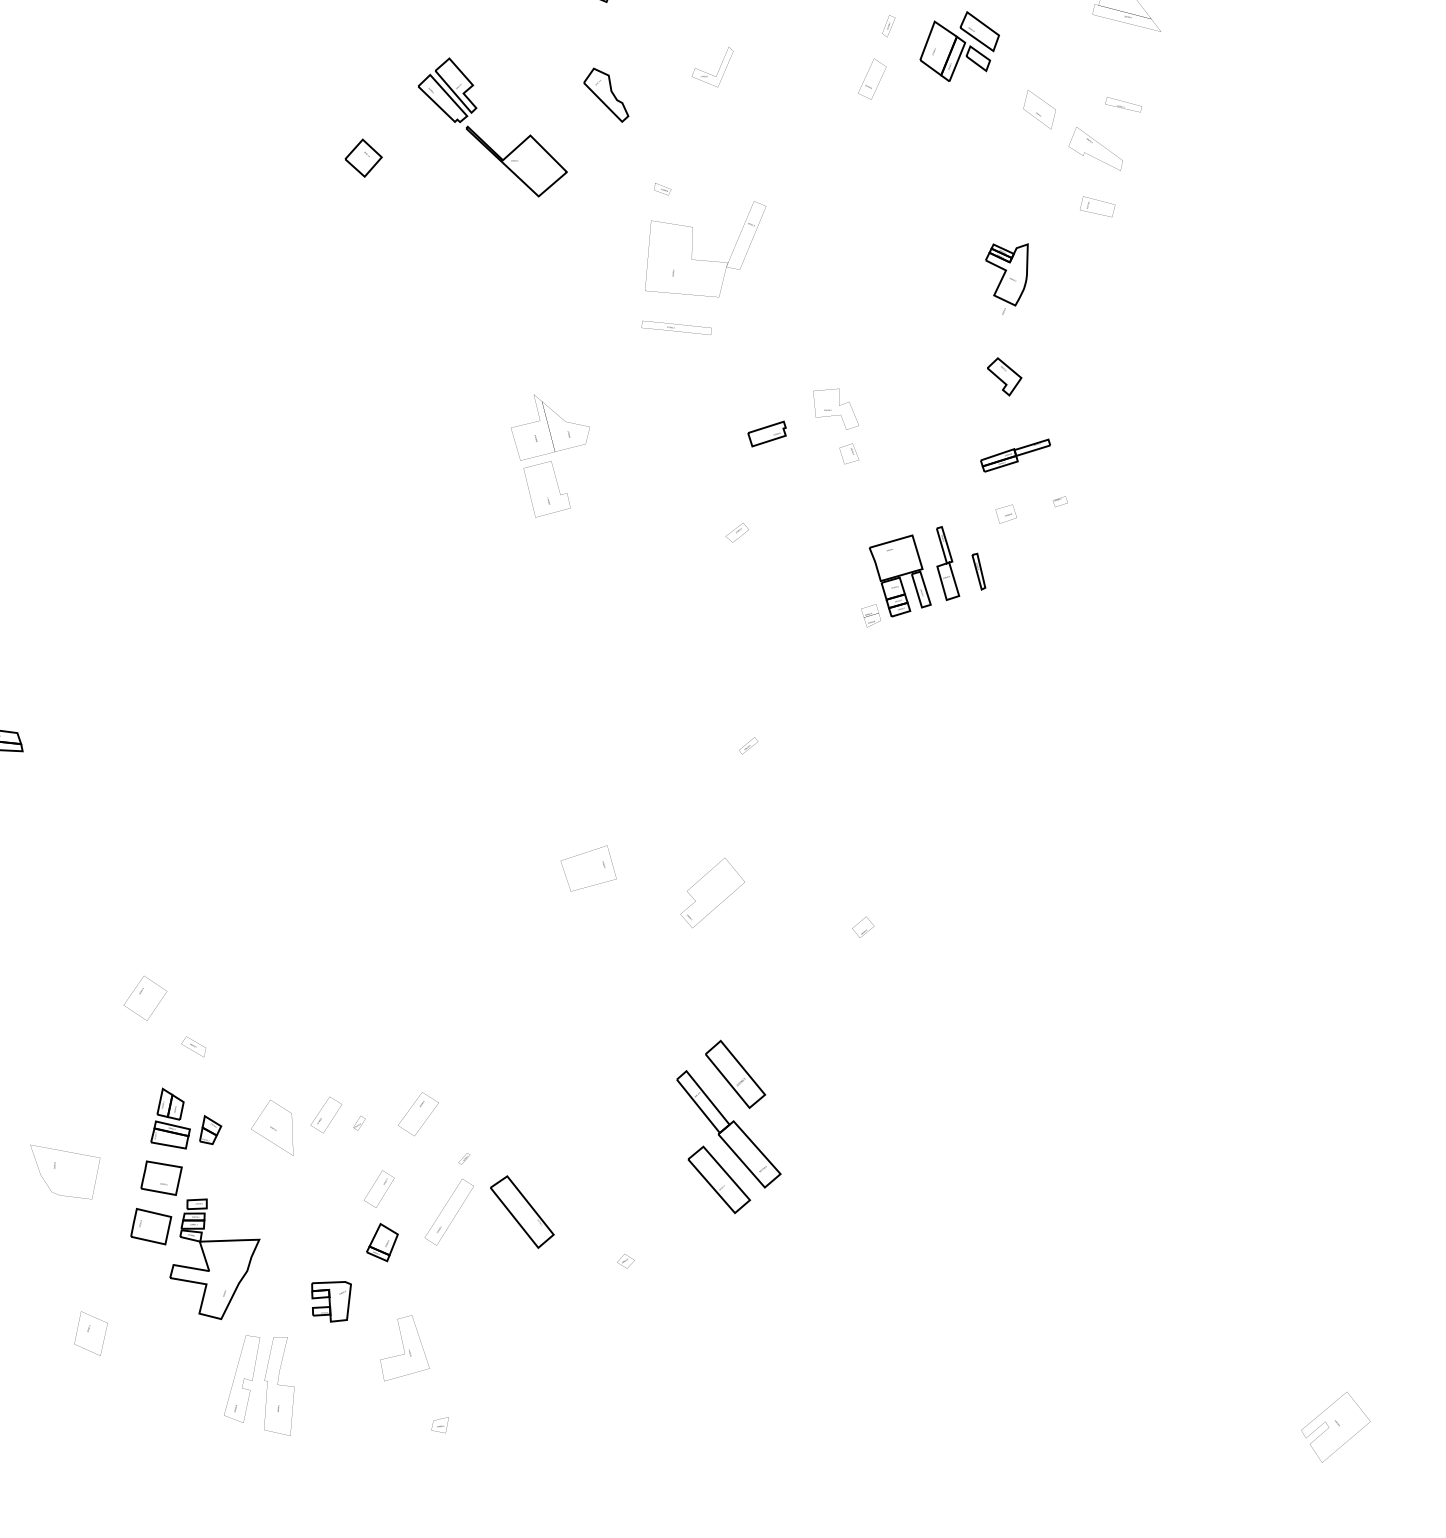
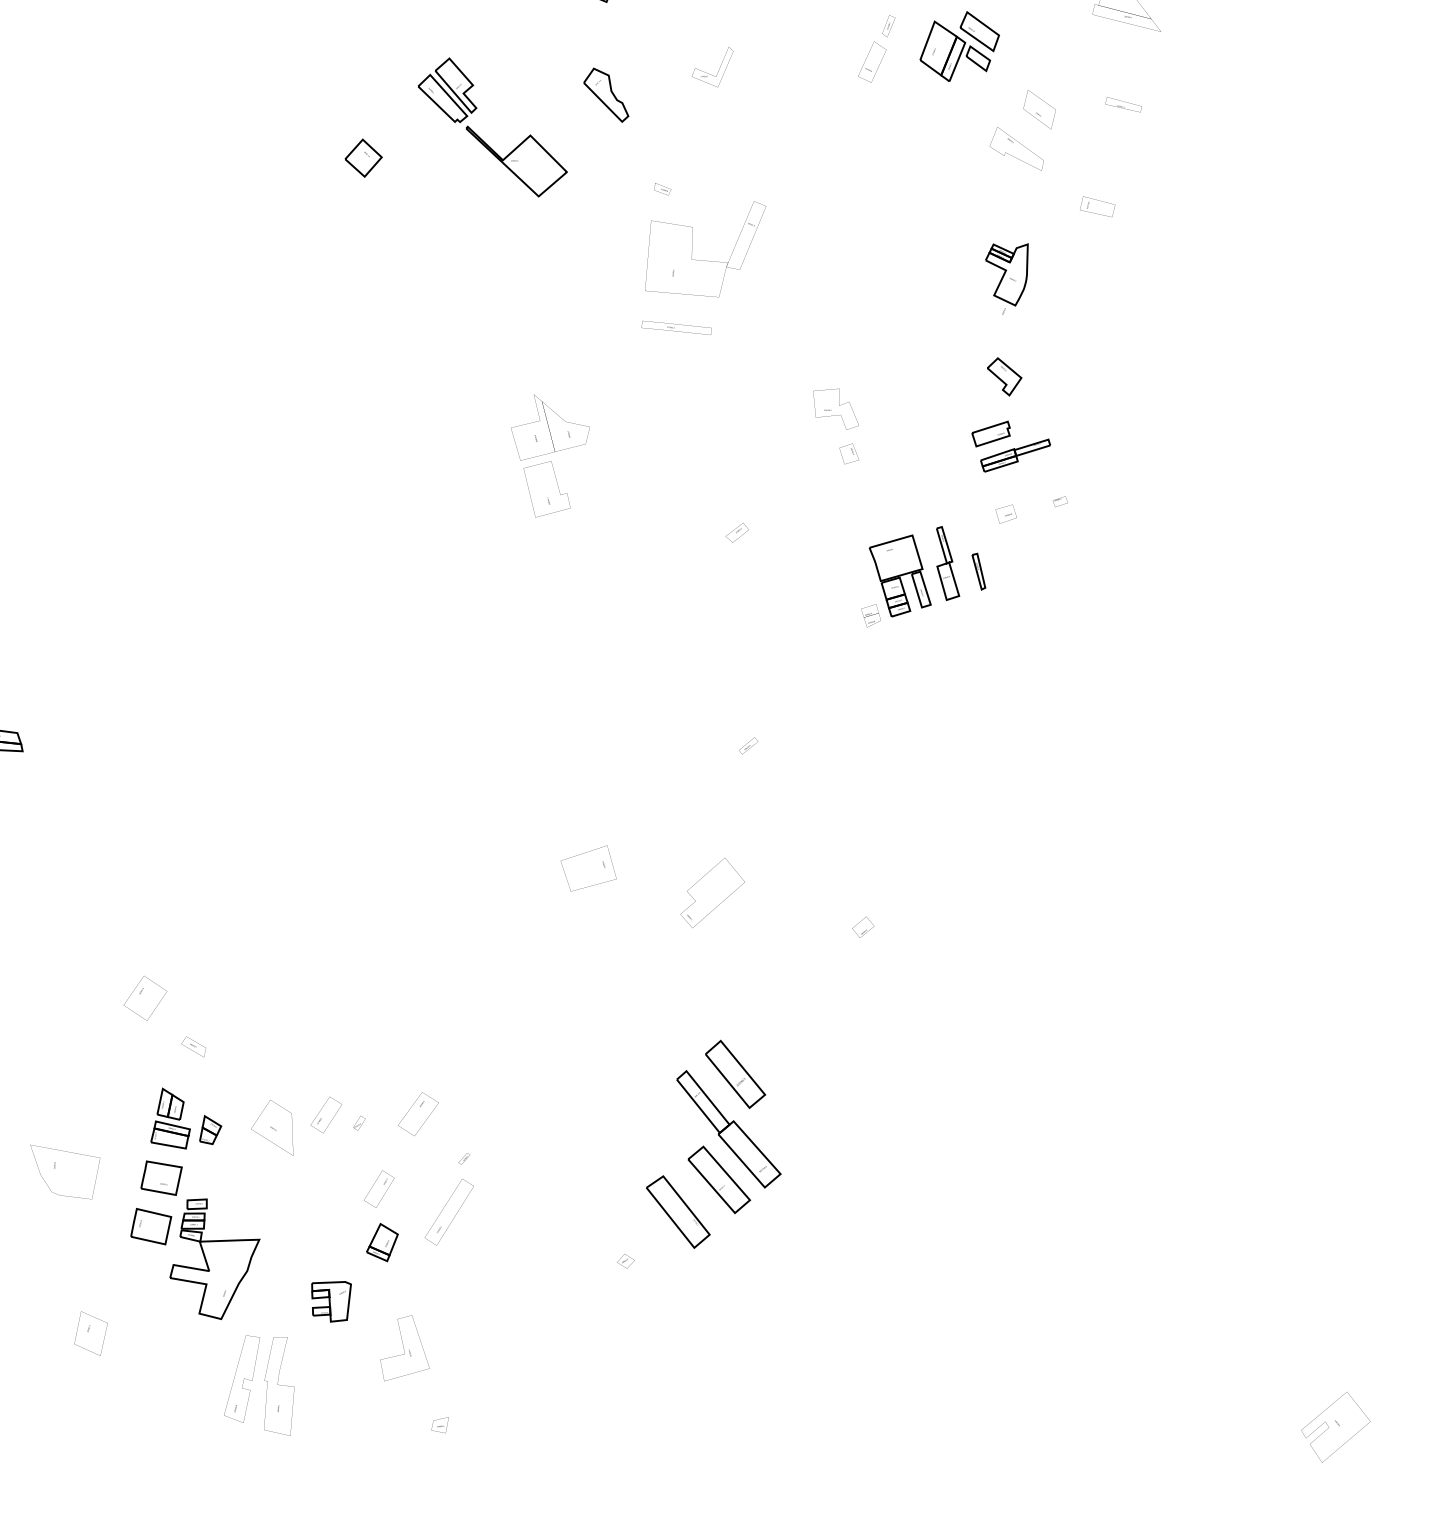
text at (872, 78) position: (872, 78) -> (872, 61)
text at (1095, 148) position: (1095, 148) -> (1016, 148)
part at (766, 433) position: (766, 433) -> (990, 433)
part at (522, 1211) position: (522, 1211) -> (678, 1211)
